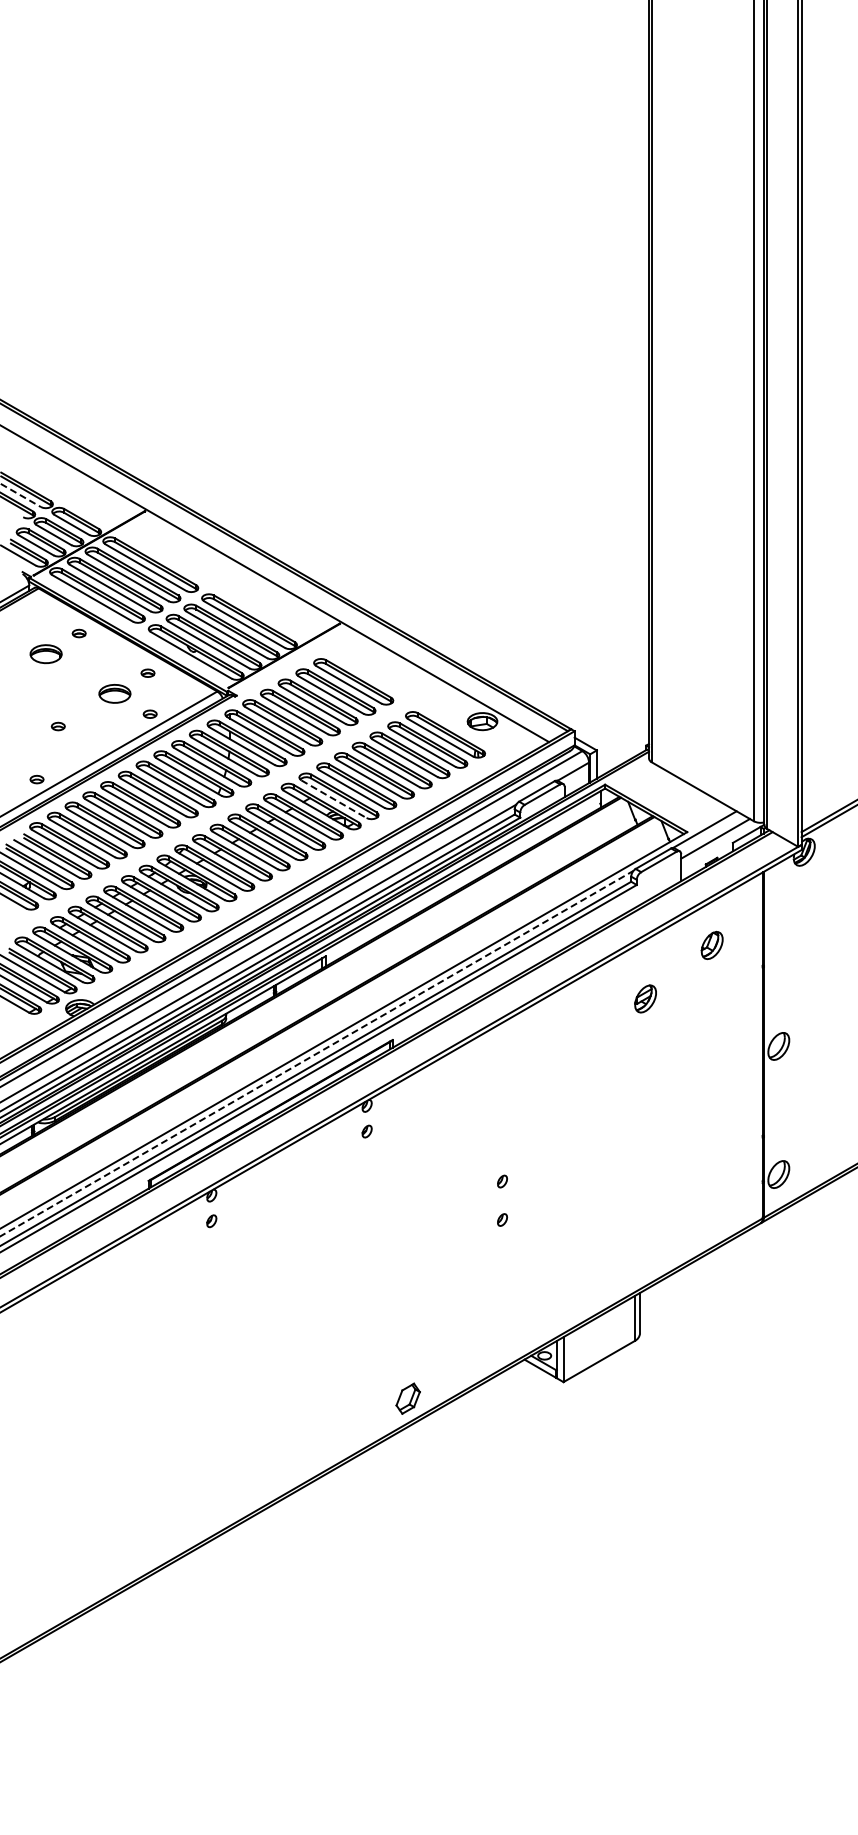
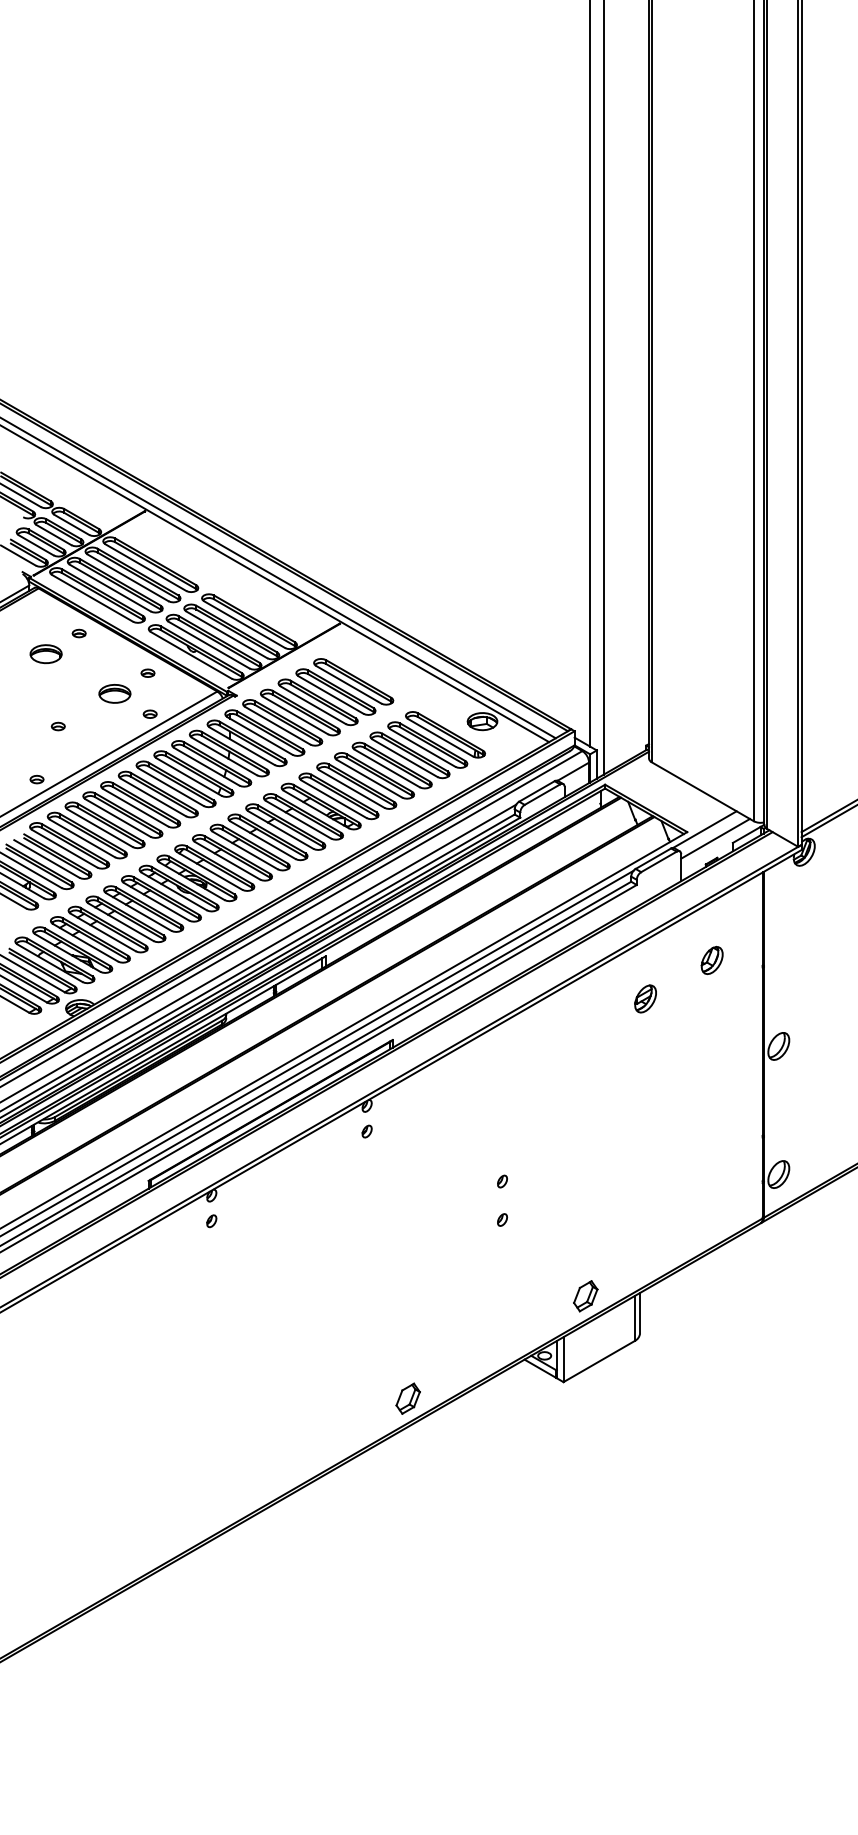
line at (590, 374): none -> present
line at (603, 388): none -> present
line at (21, 495): dashed -> solid
line at (278, 578): none -> present
line at (334, 799): dashed -> solid
part at (711, 944) position: (711, 944) -> (711, 959)
line at (317, 1053): dashed -> solid
part at (585, 1296): none -> present
